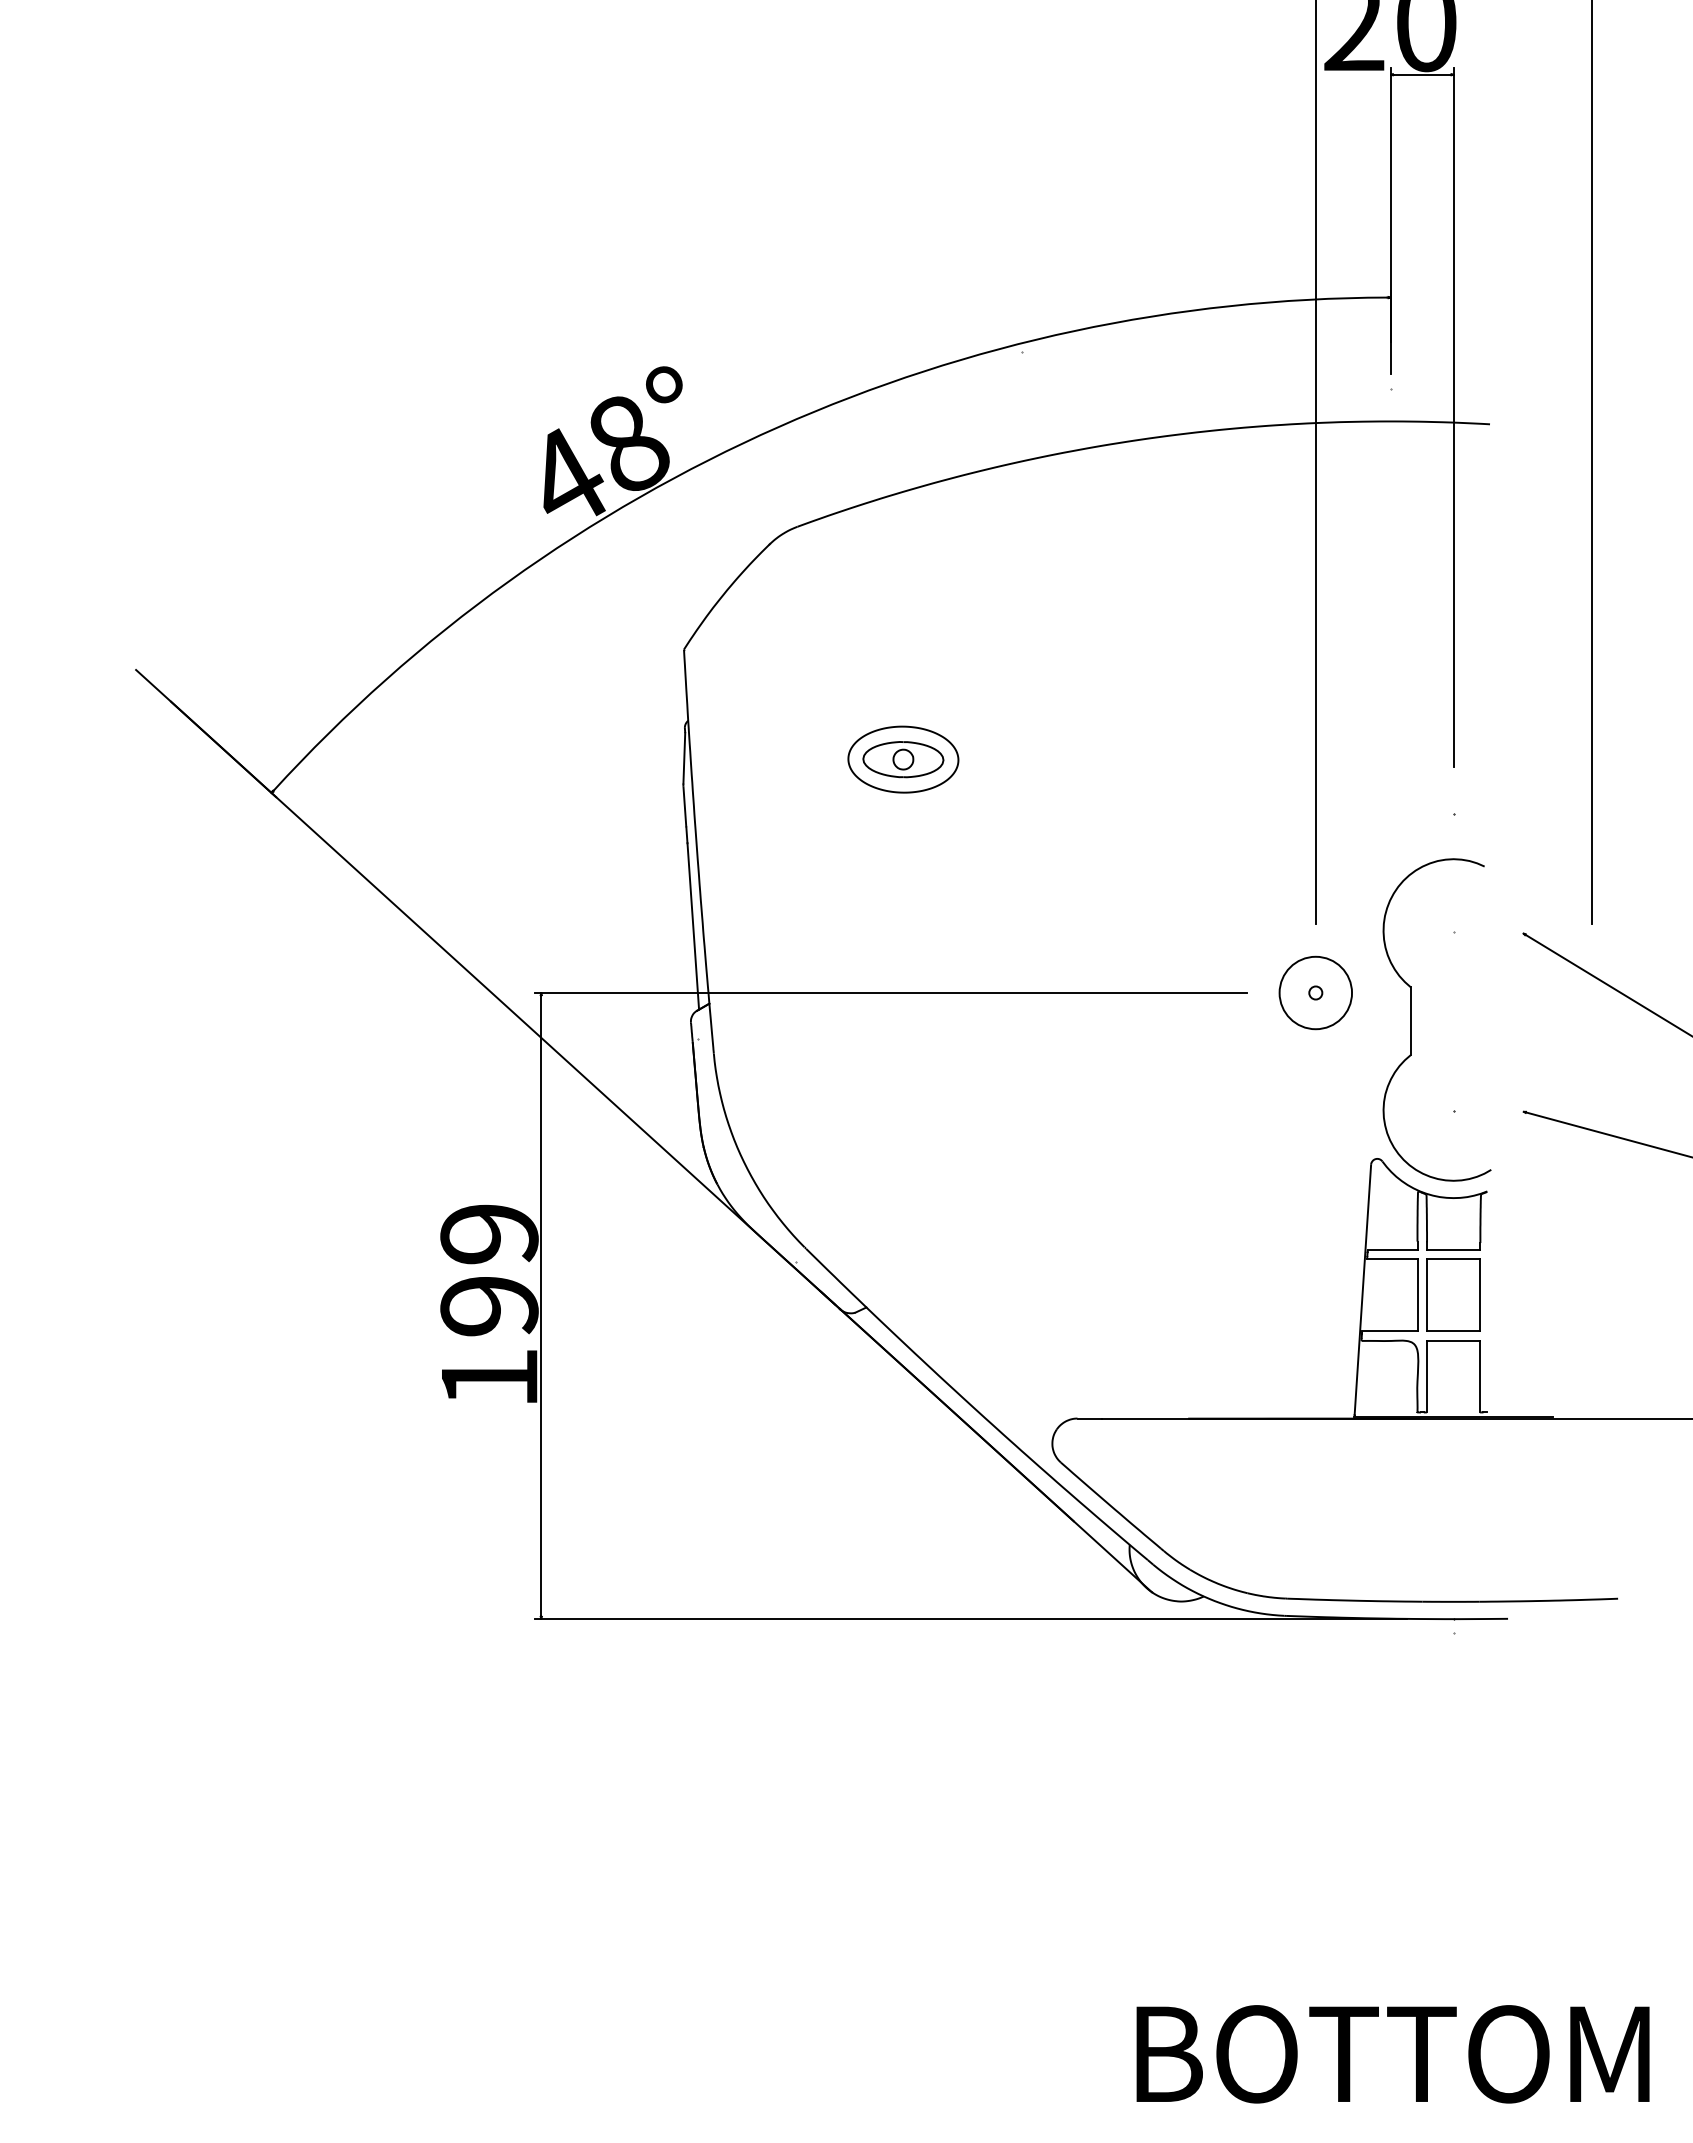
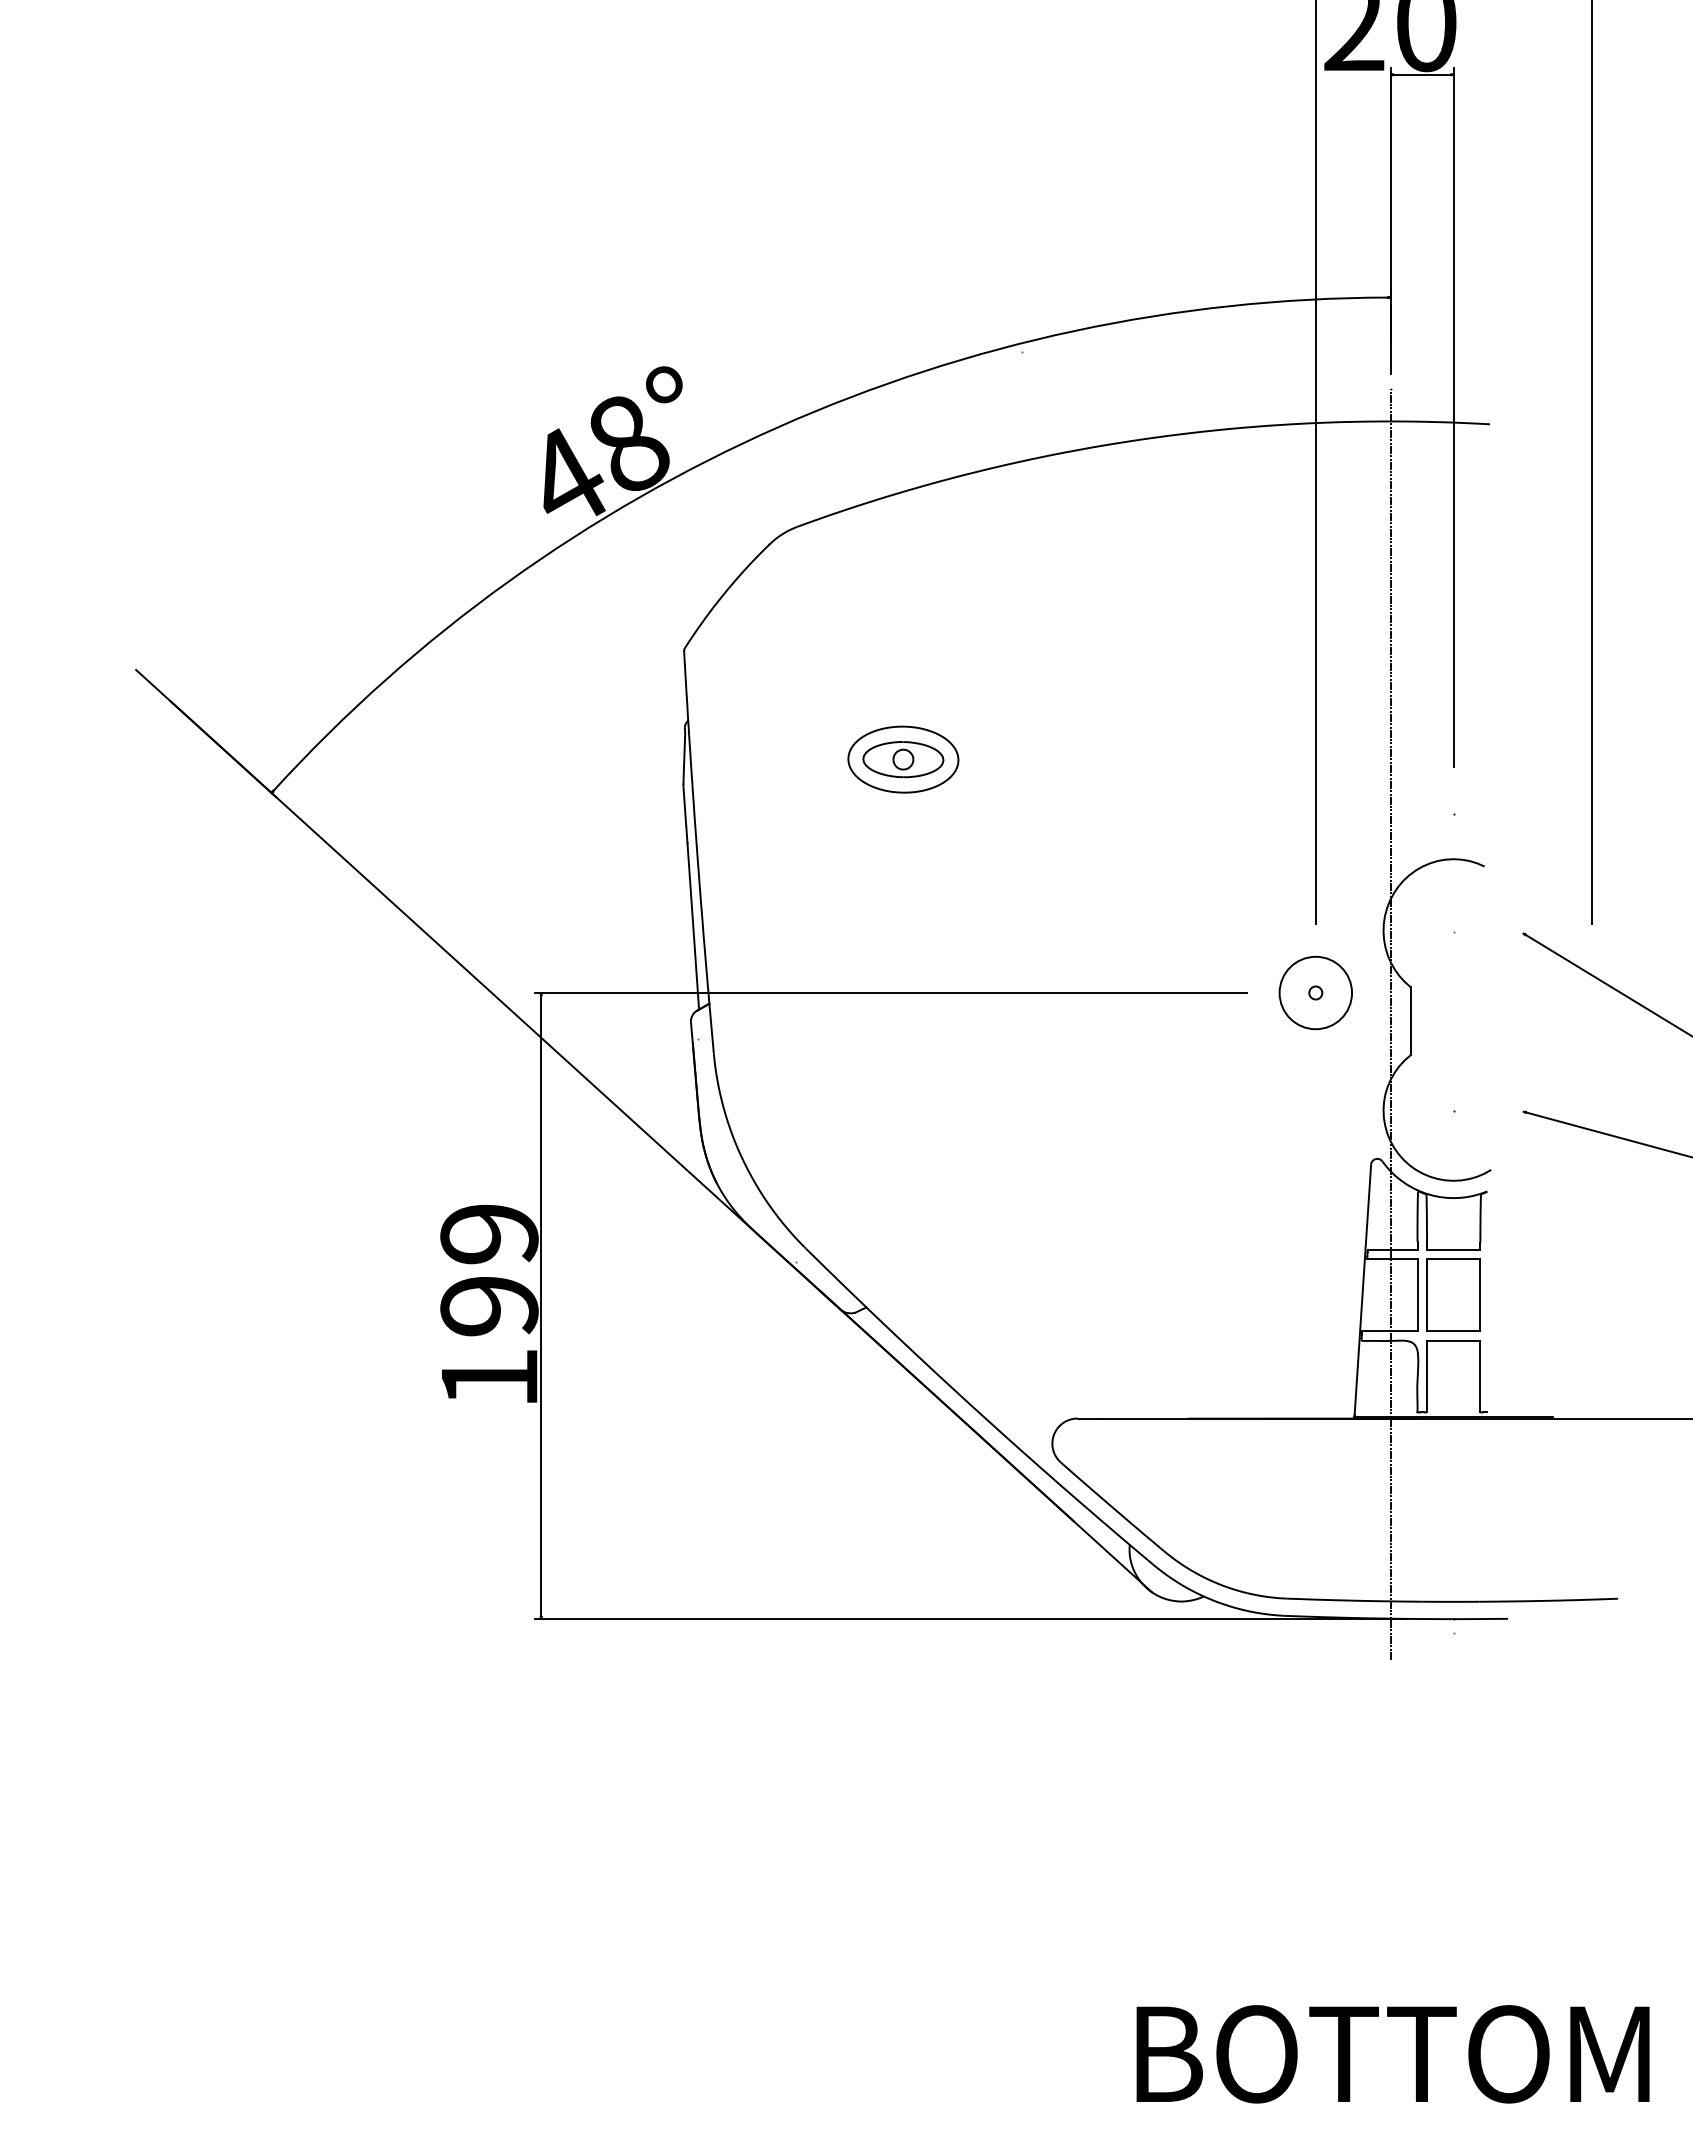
line at (1390, 1024): none -> present
